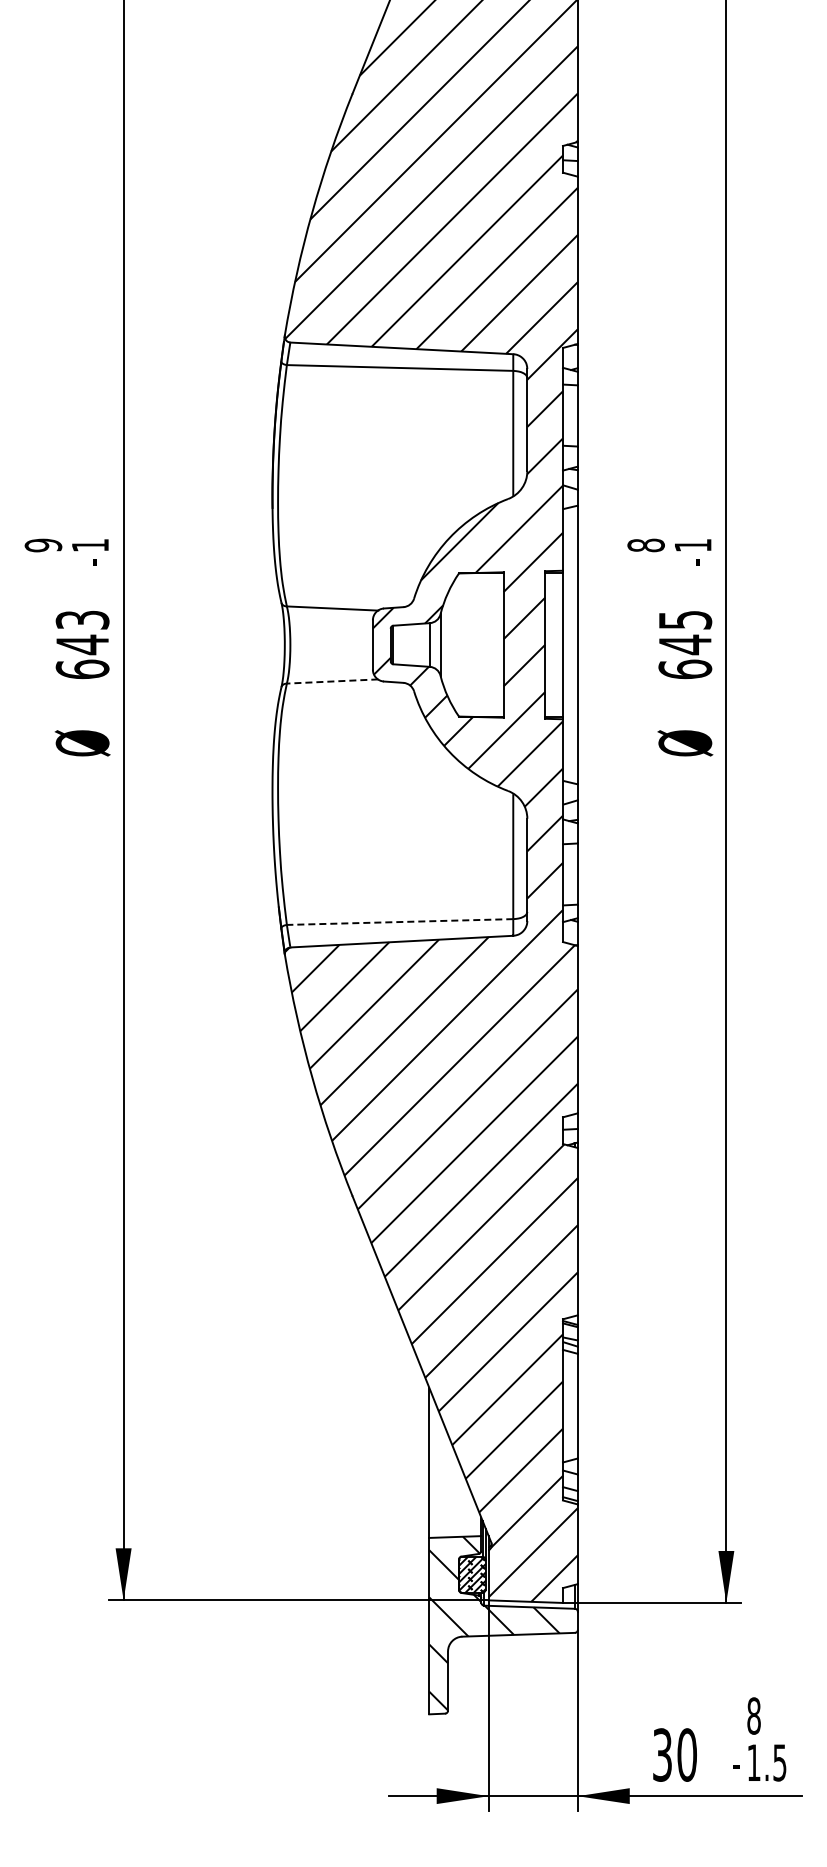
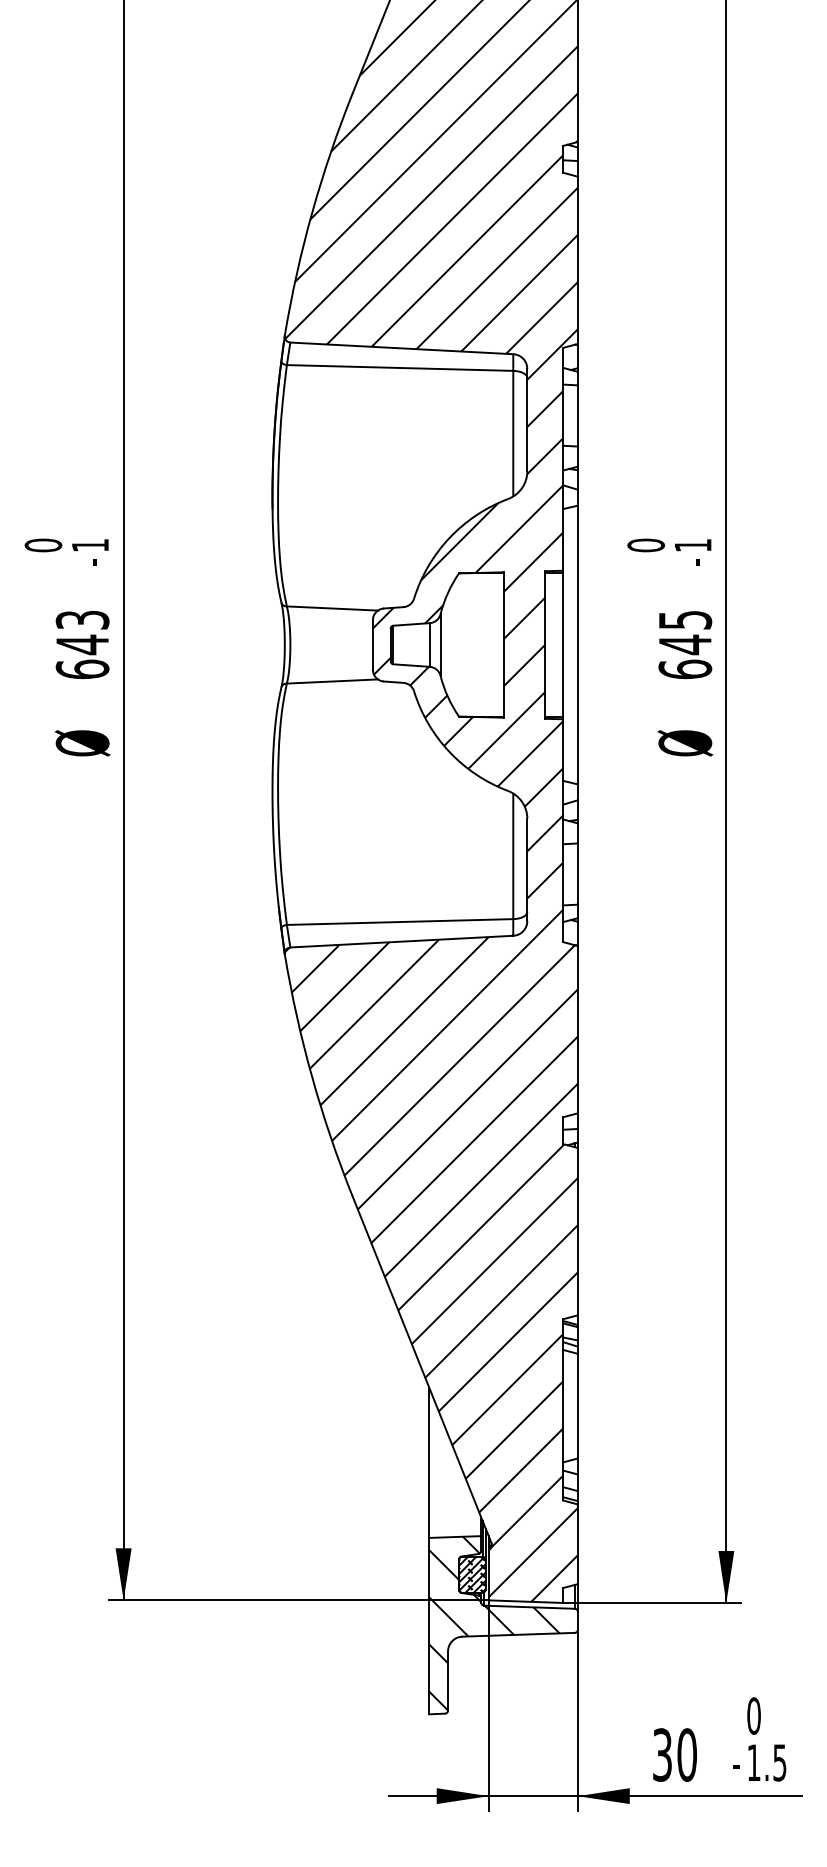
text at (43, 545): 9 -> 0
text at (646, 545): 8 -> 0
line at (332, 681): dashed -> solid
line at (399, 922): dashed -> solid
text at (753, 1715): 8 -> 0
